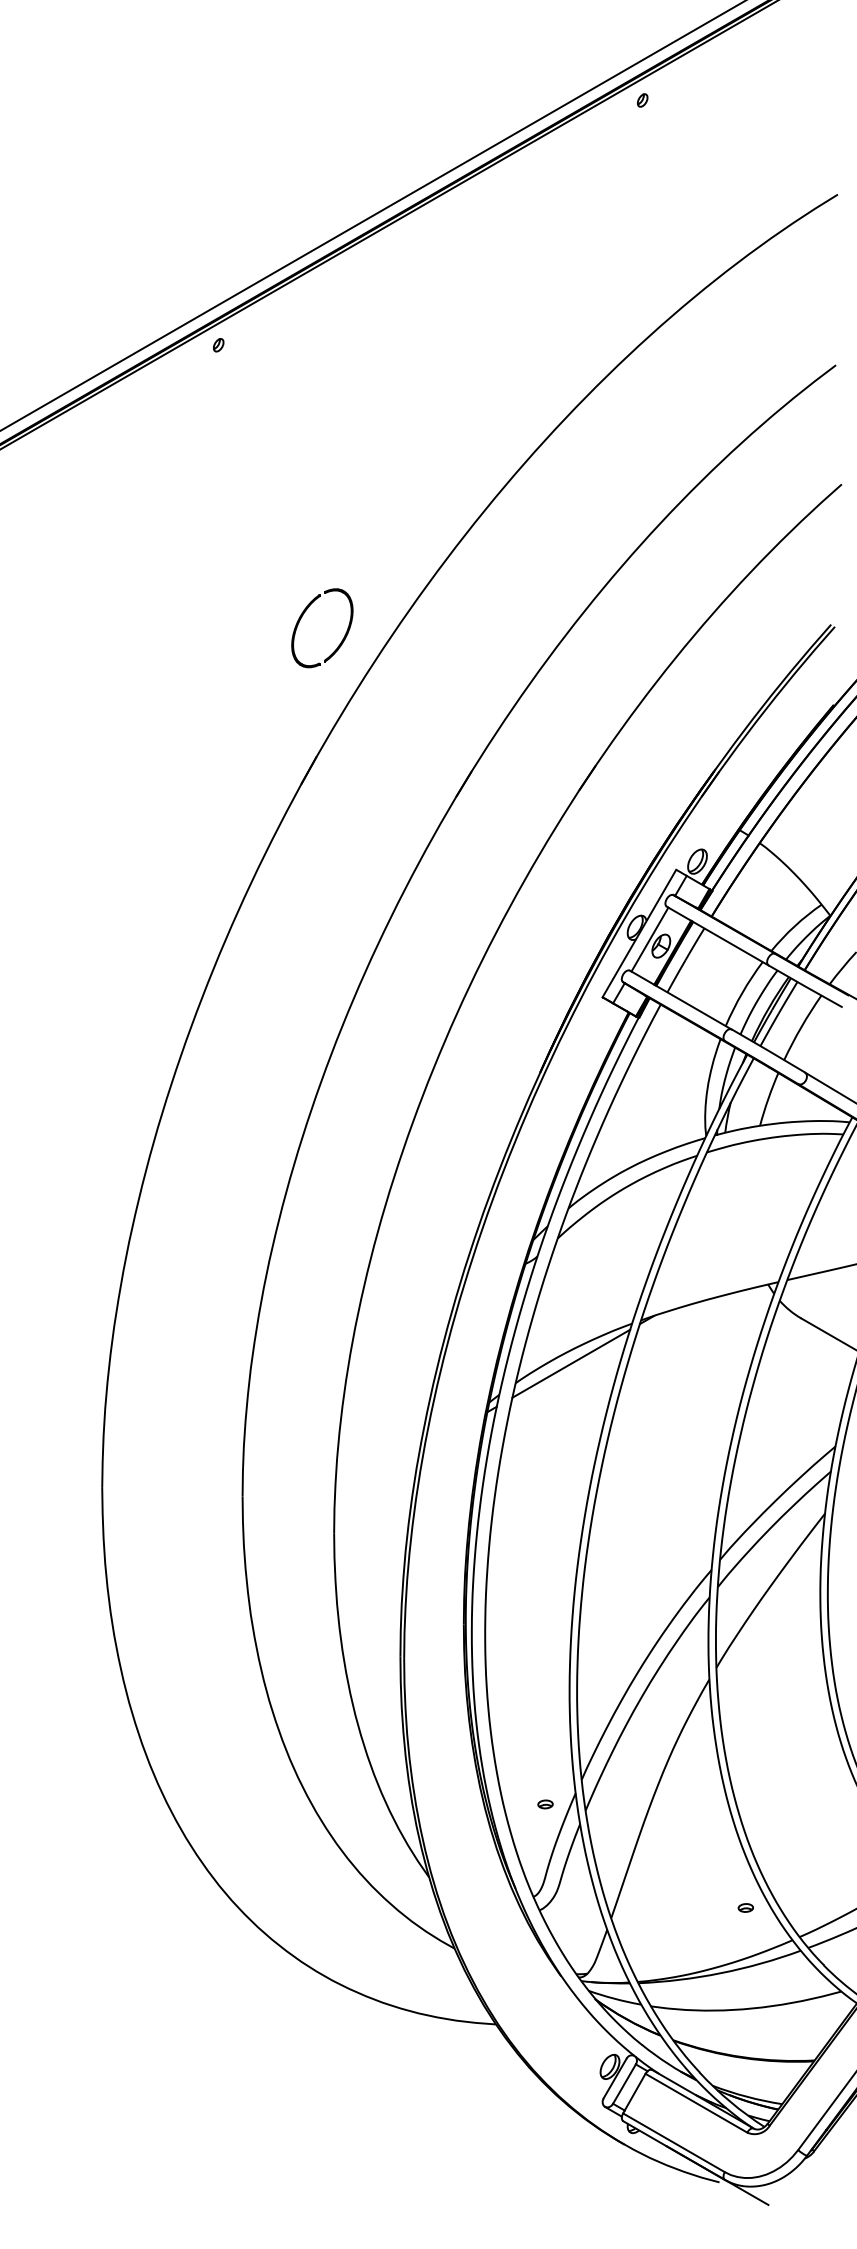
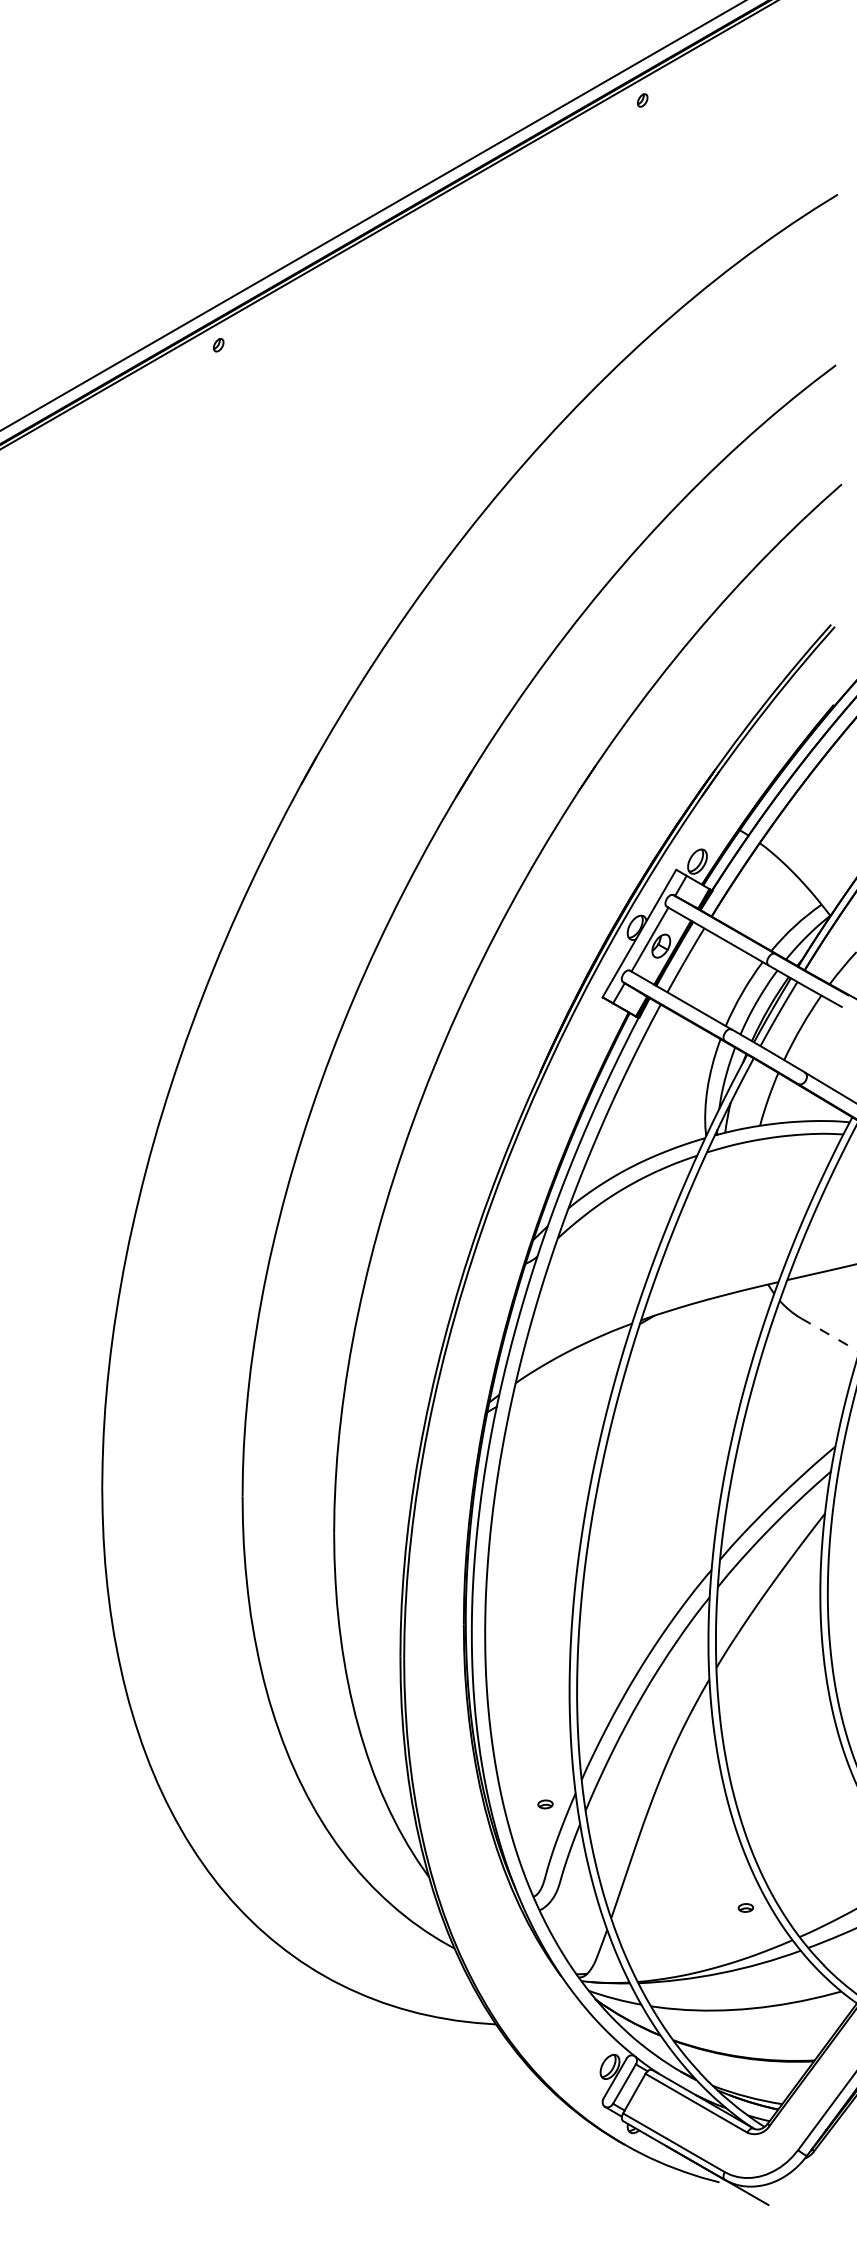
part at (341, 640): present -> none
line at (829, 1334): solid -> dashed
line at (571, 1363): present -> none
